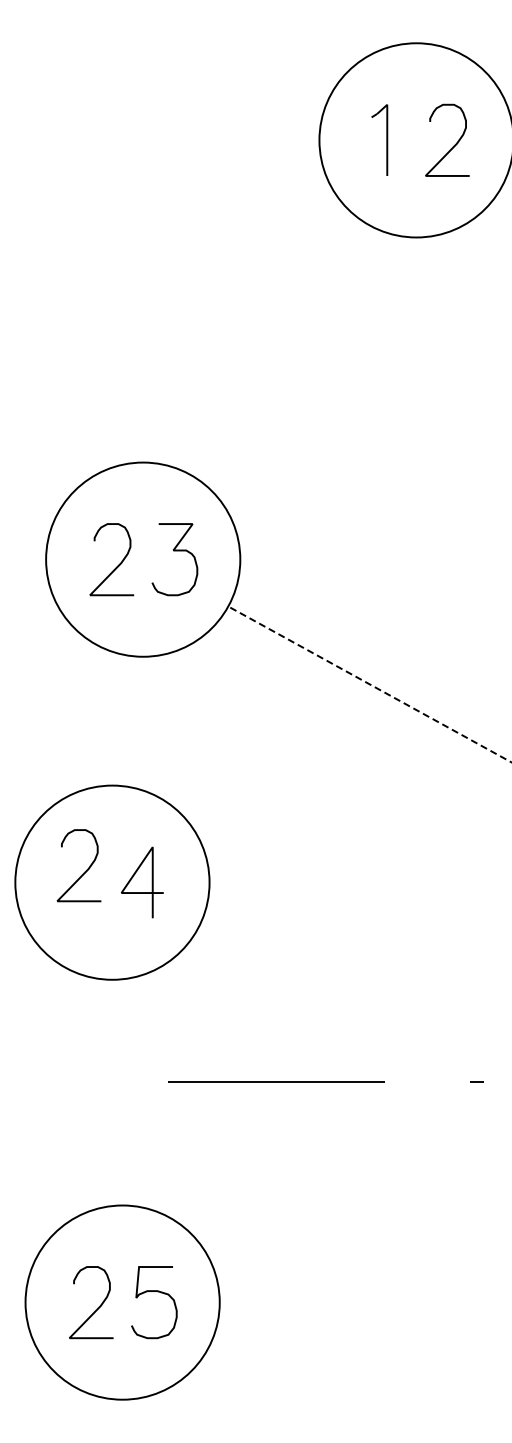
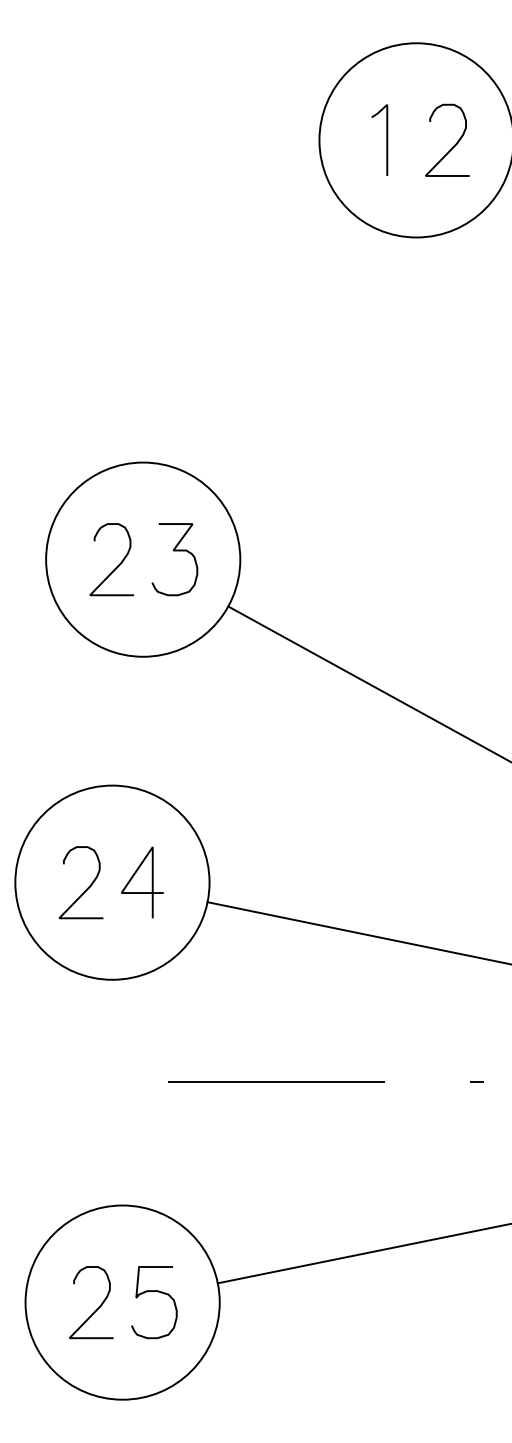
line at (370, 684): dashed -> solid
curve at (84, 871) position: (84, 871) -> (86, 888)
line at (357, 932): none -> present
line at (362, 1253): none -> present
